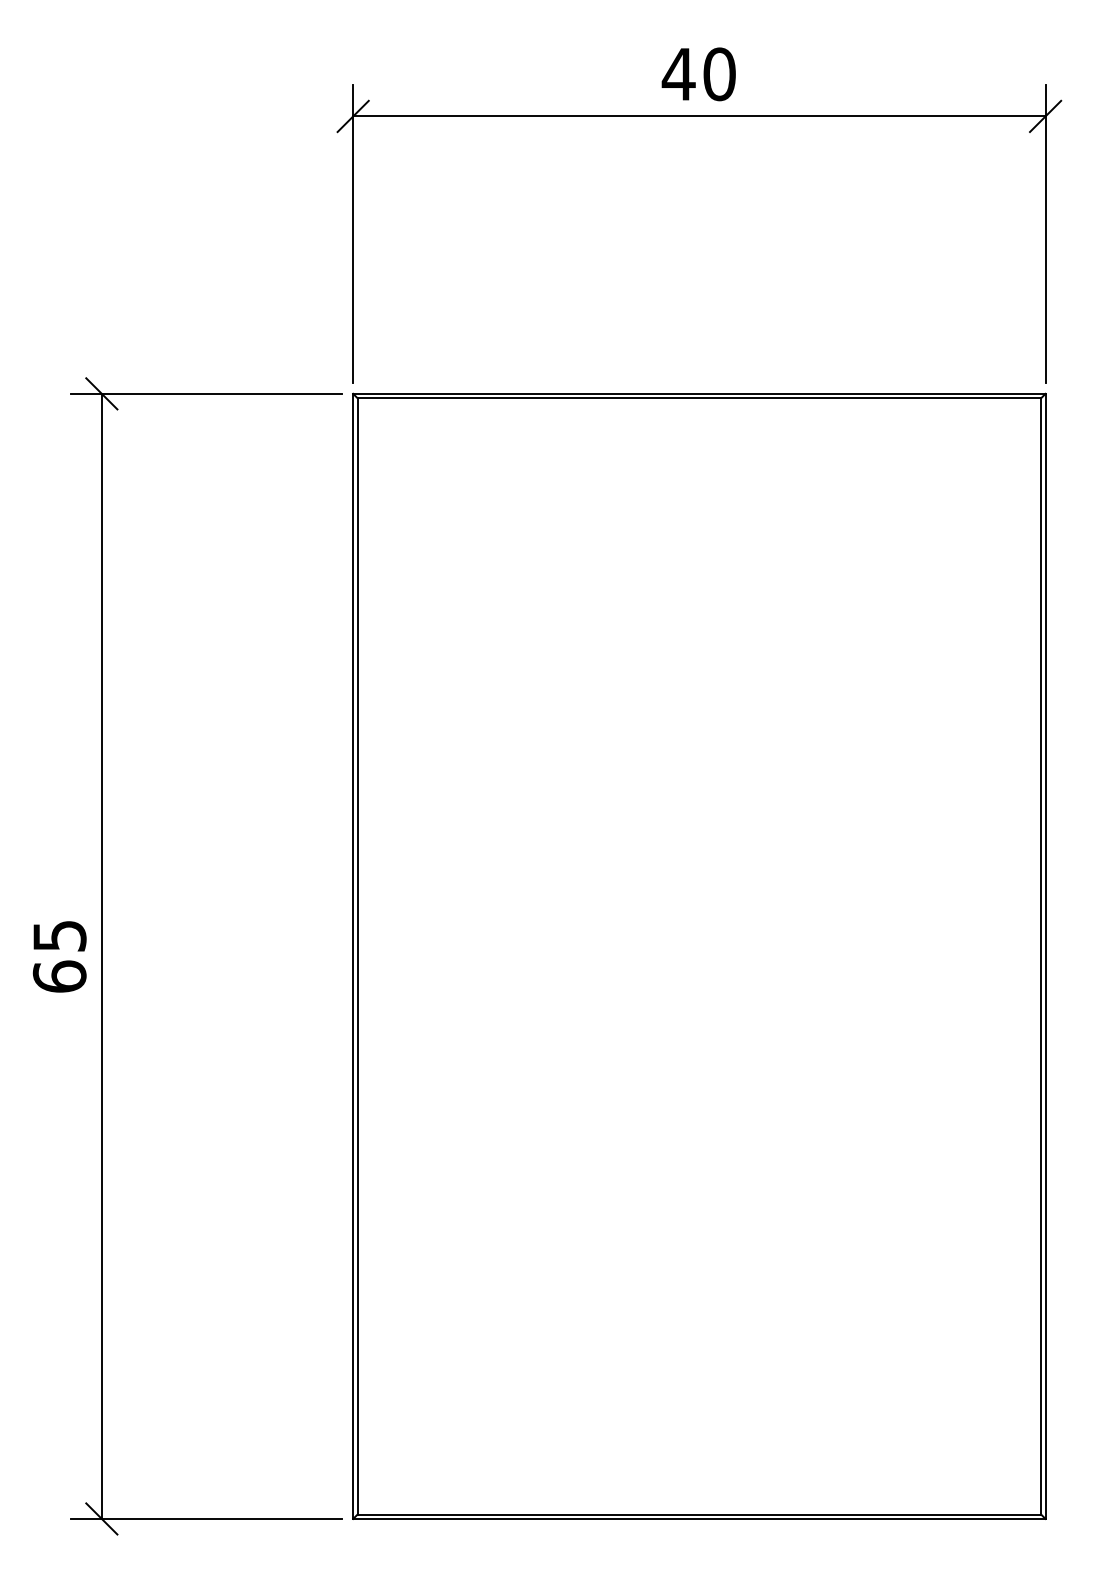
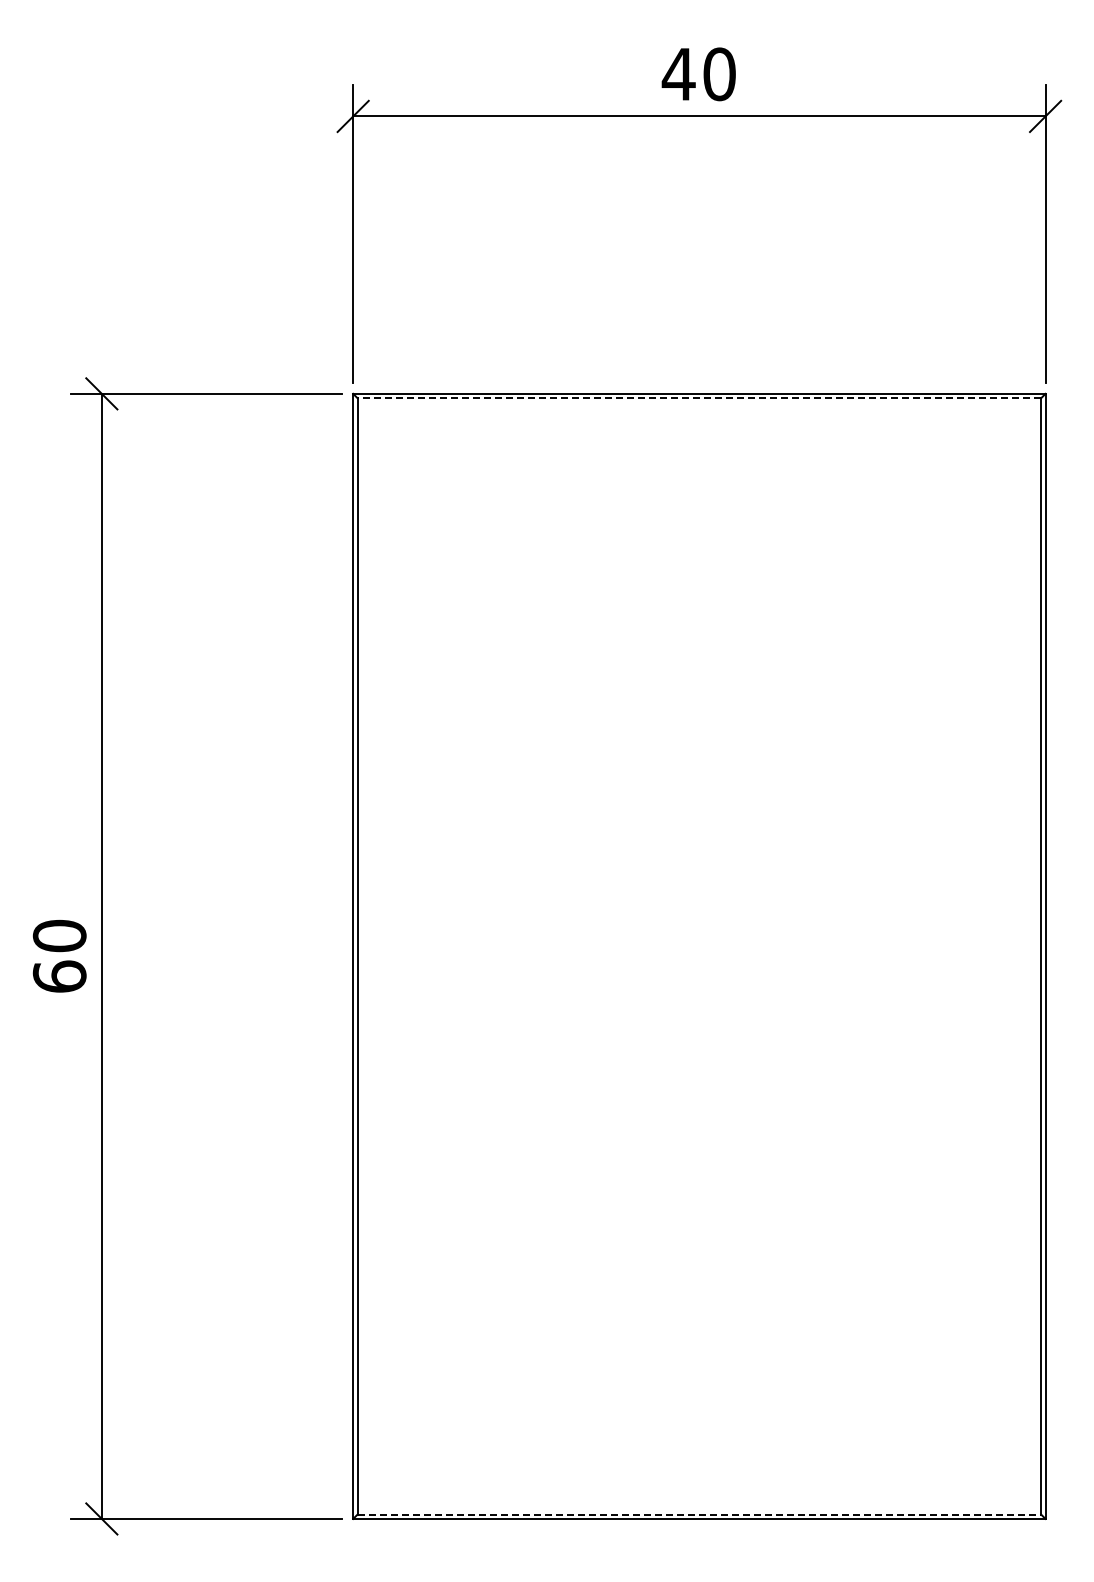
line at (699, 398): solid -> dashed
text at (59, 935): 65 -> 60
line at (699, 1514): solid -> dashed
